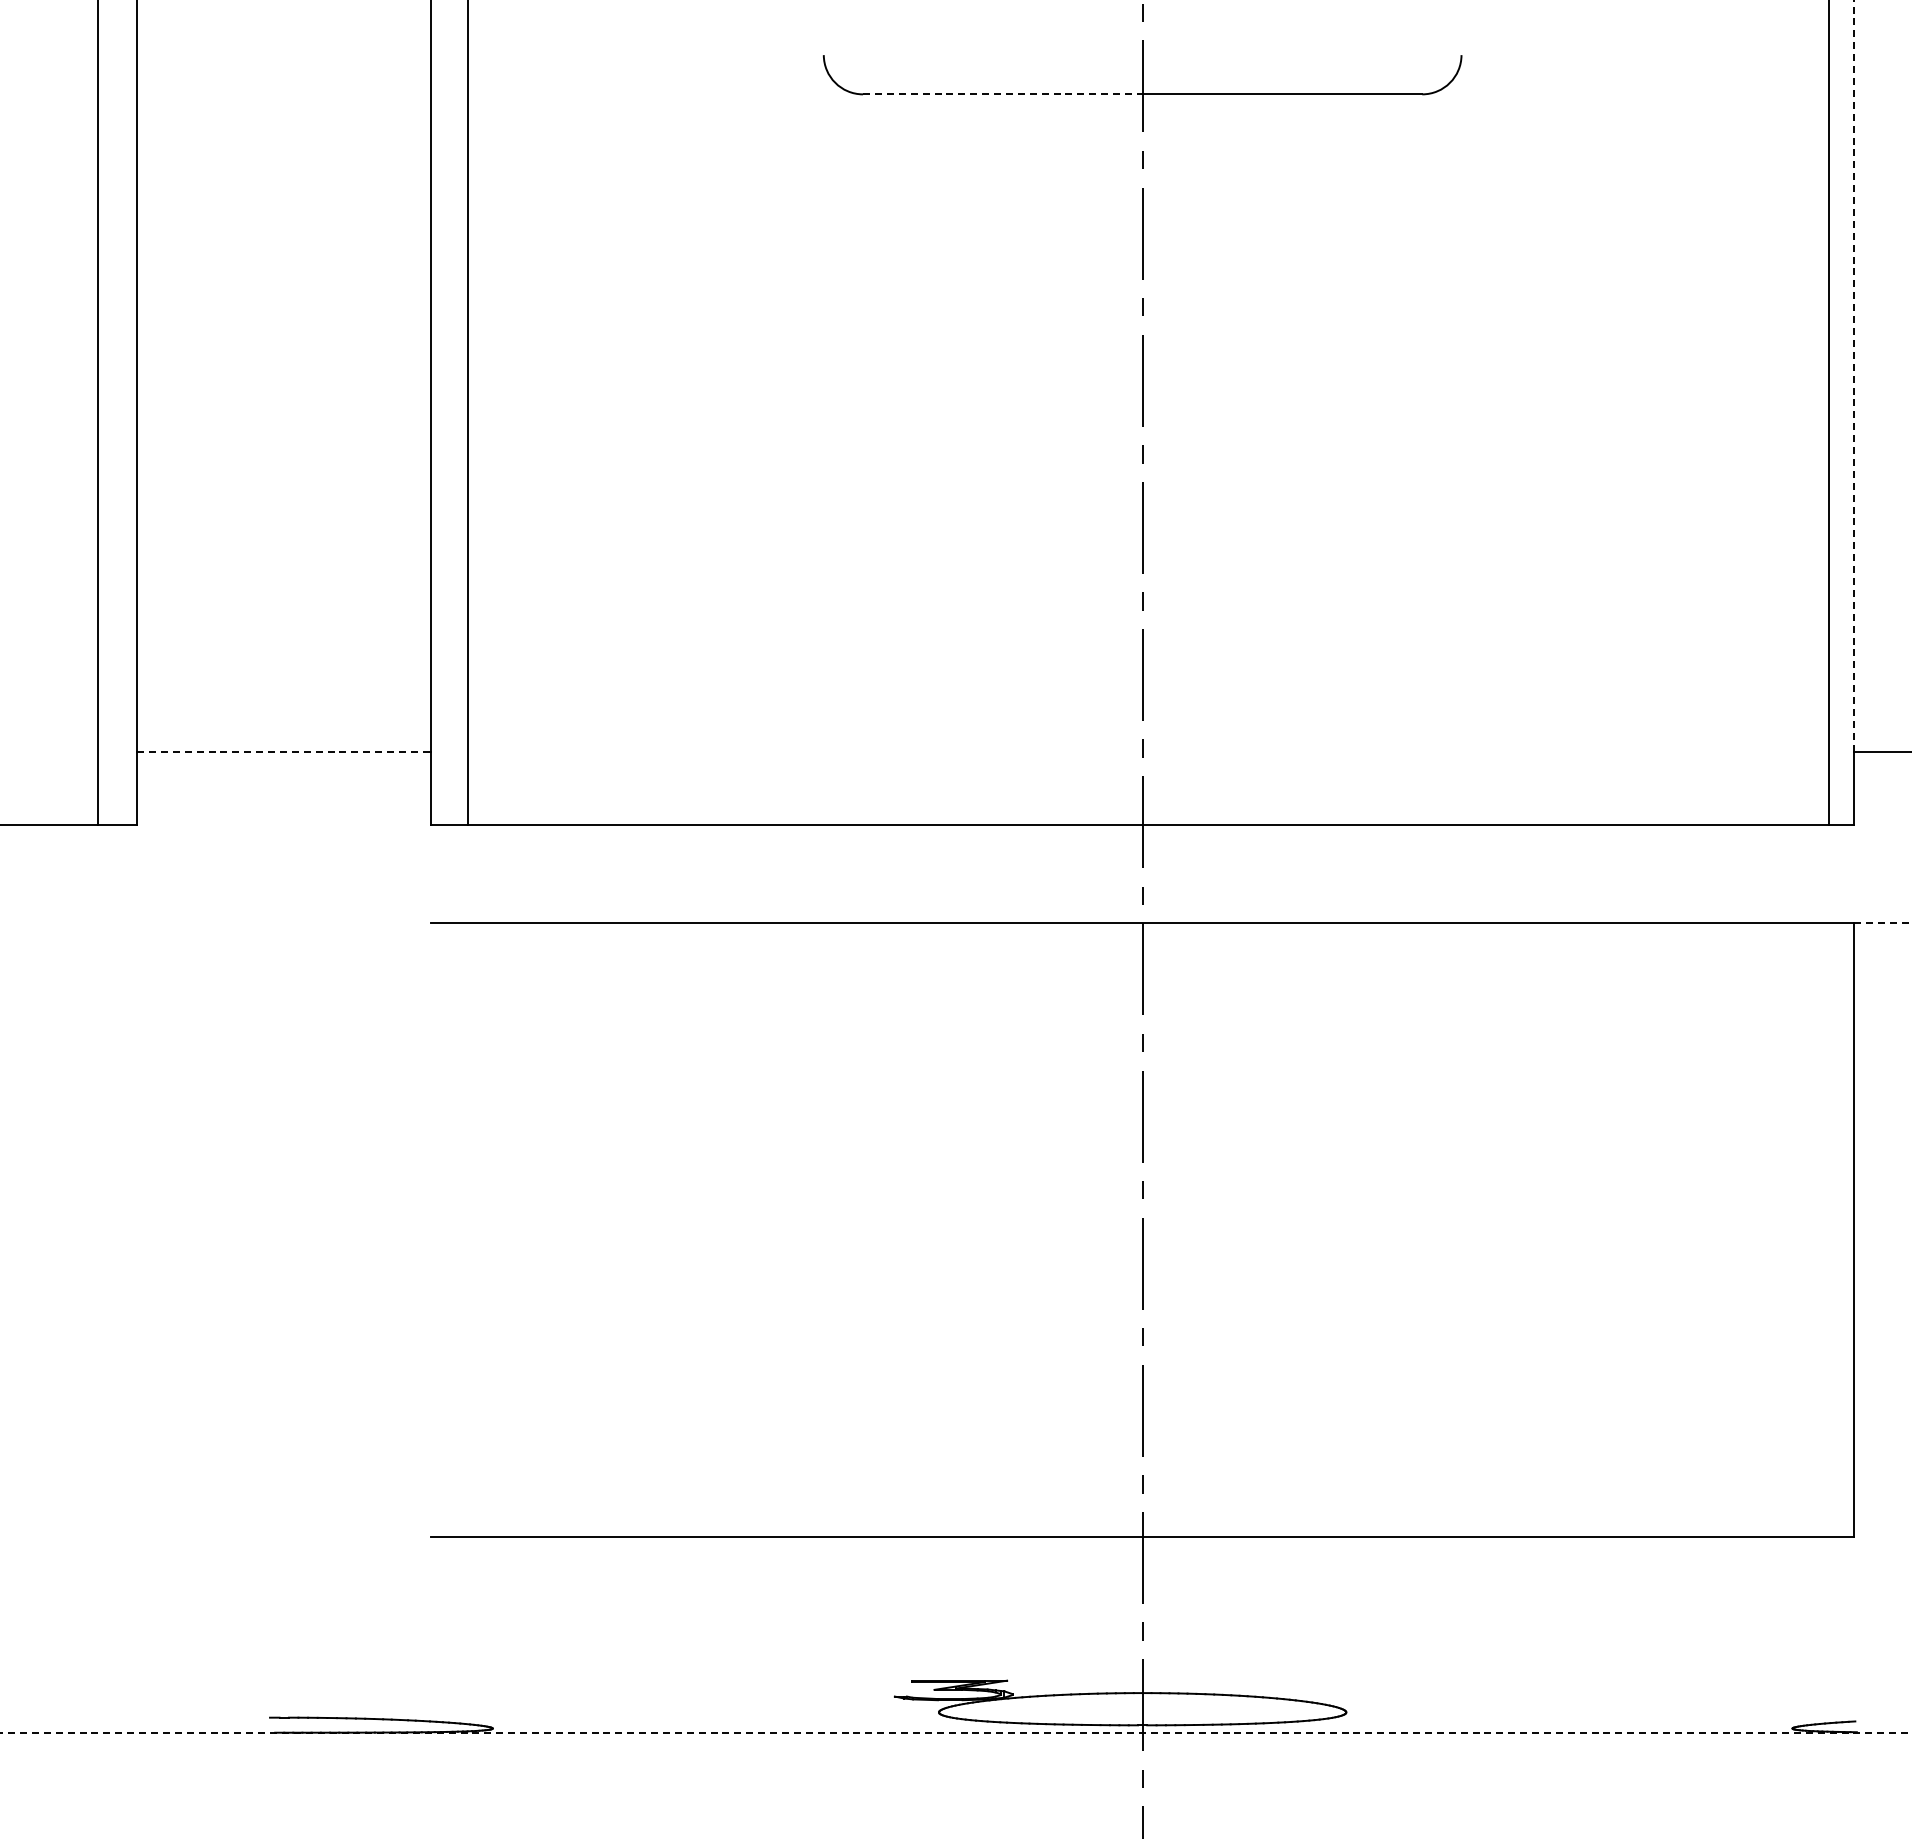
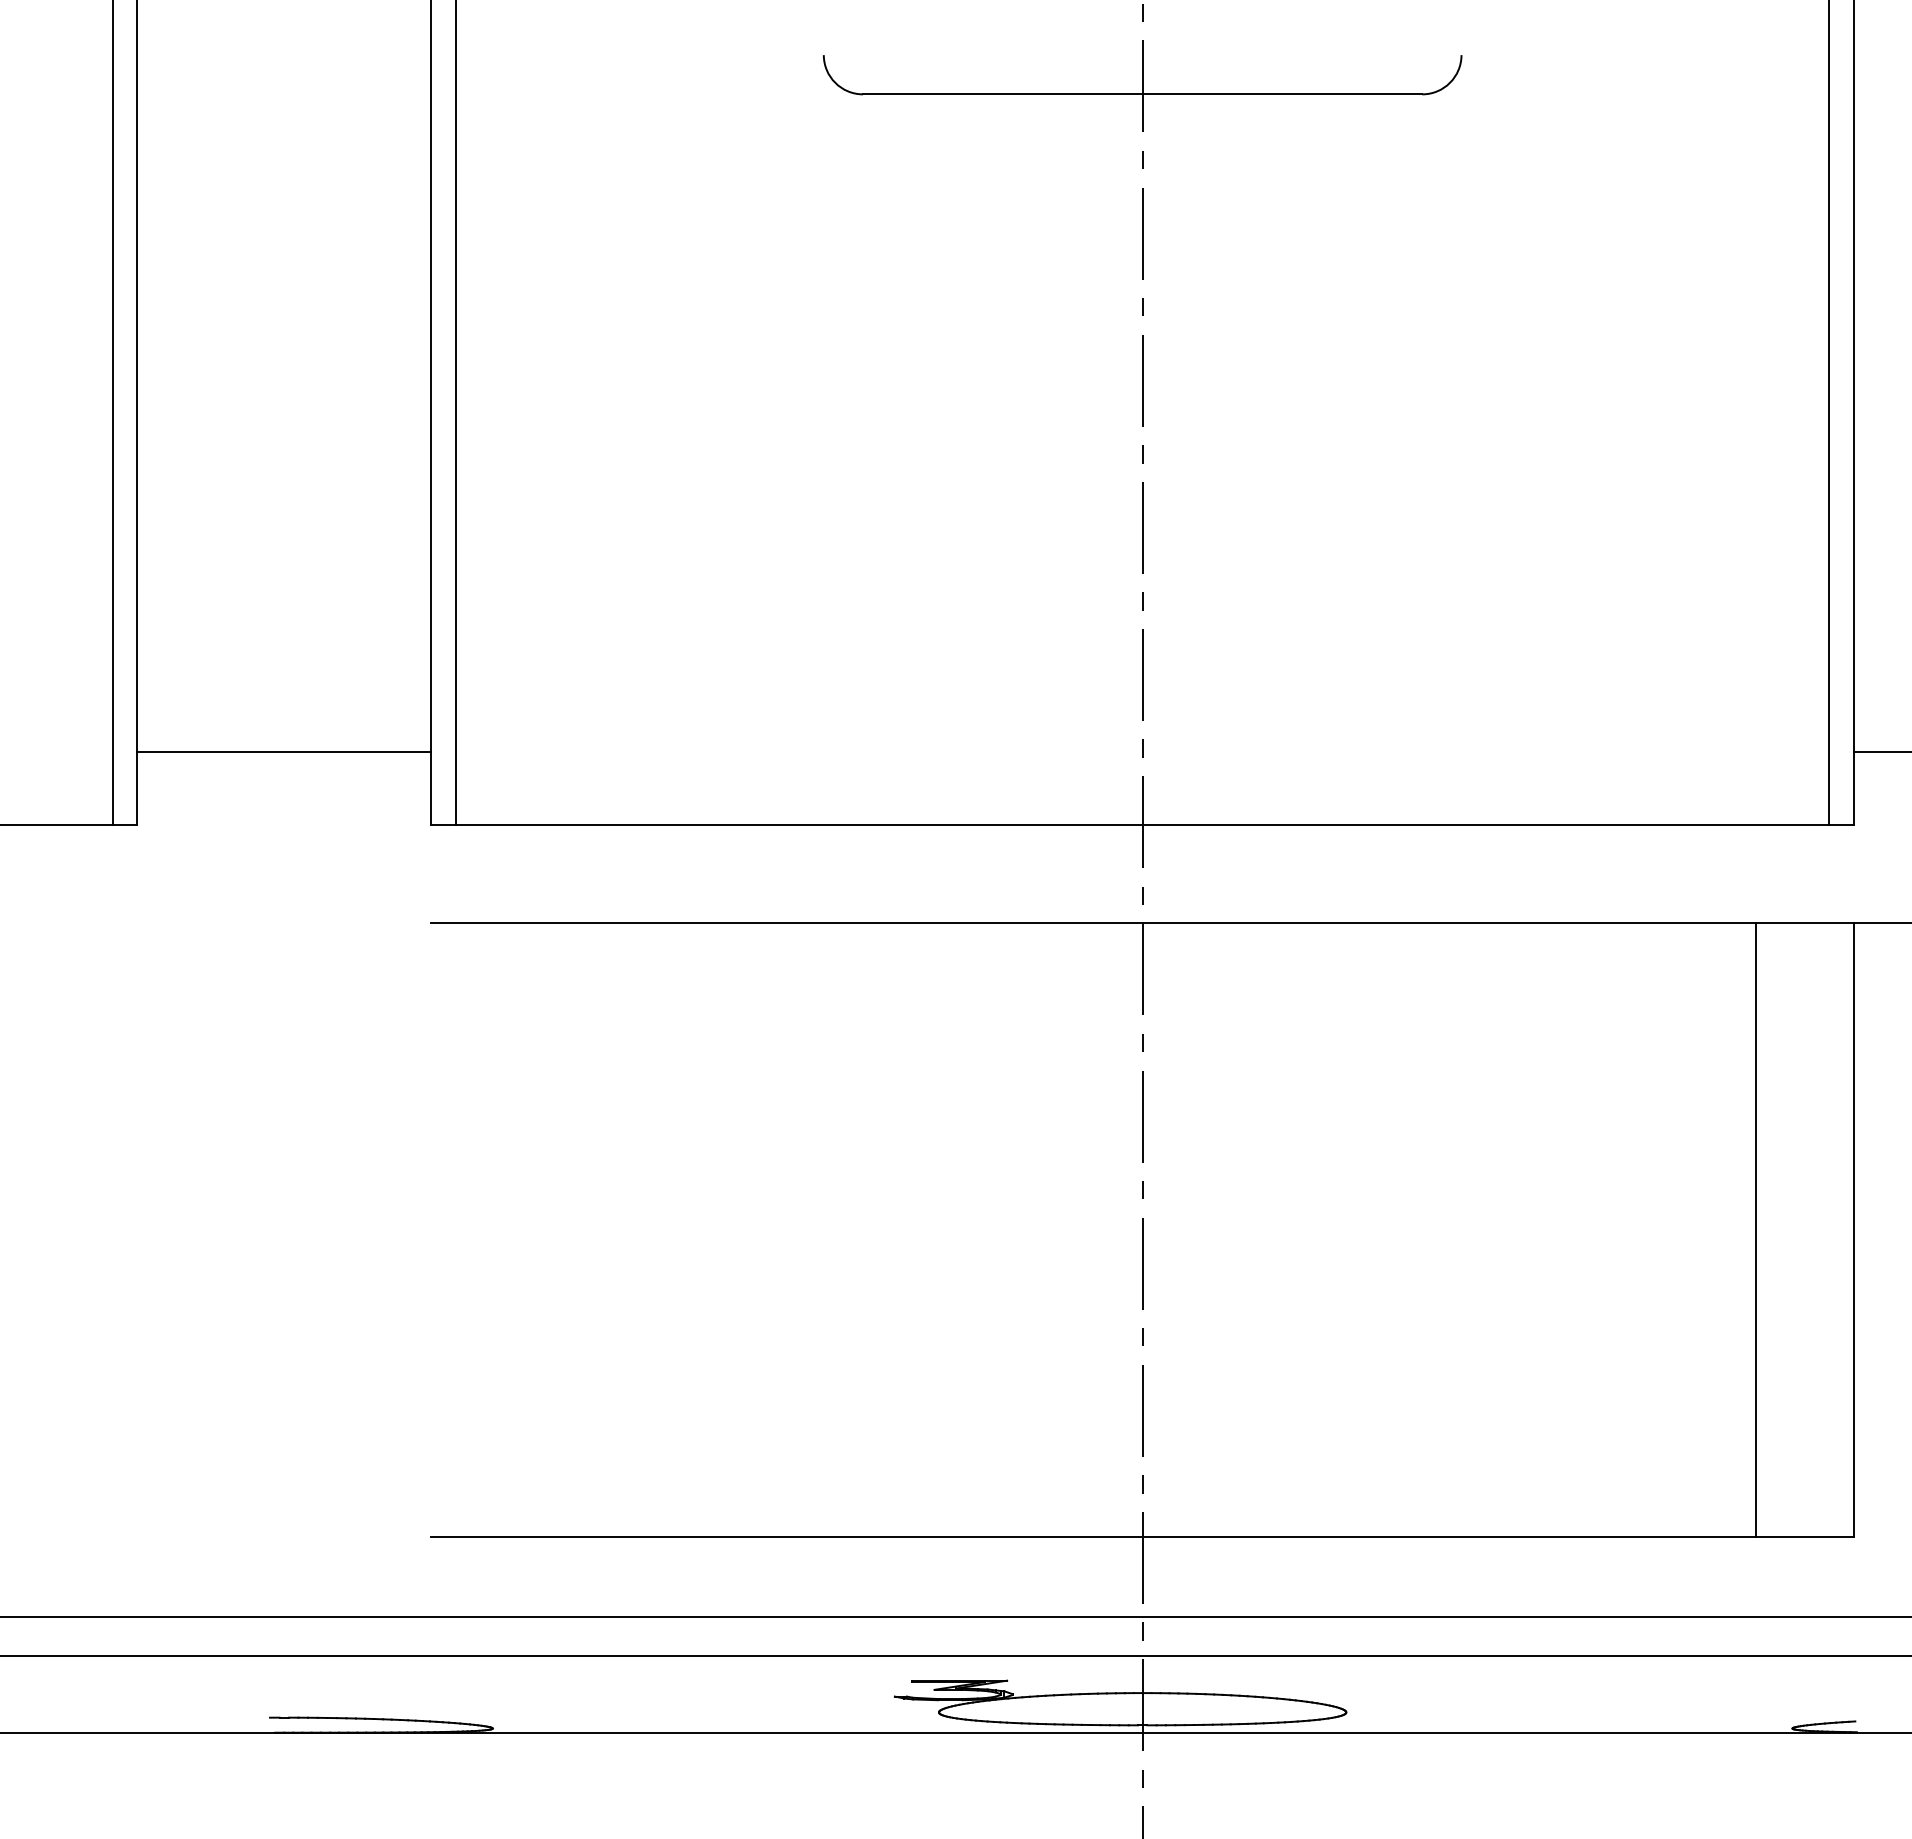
line at (1002, 94): dashed -> solid
line at (1853, 375): dashed -> solid
line at (97, 413) position: (97, 413) -> (112, 413)
line at (467, 413) position: (467, 413) -> (455, 413)
line at (284, 751): dashed -> solid
line at (1882, 923): dashed -> solid
line at (1755, 1229): none -> present
line at (955, 1617): none -> present
line at (955, 1656): none -> present
line at (956, 1732): dashed -> solid
